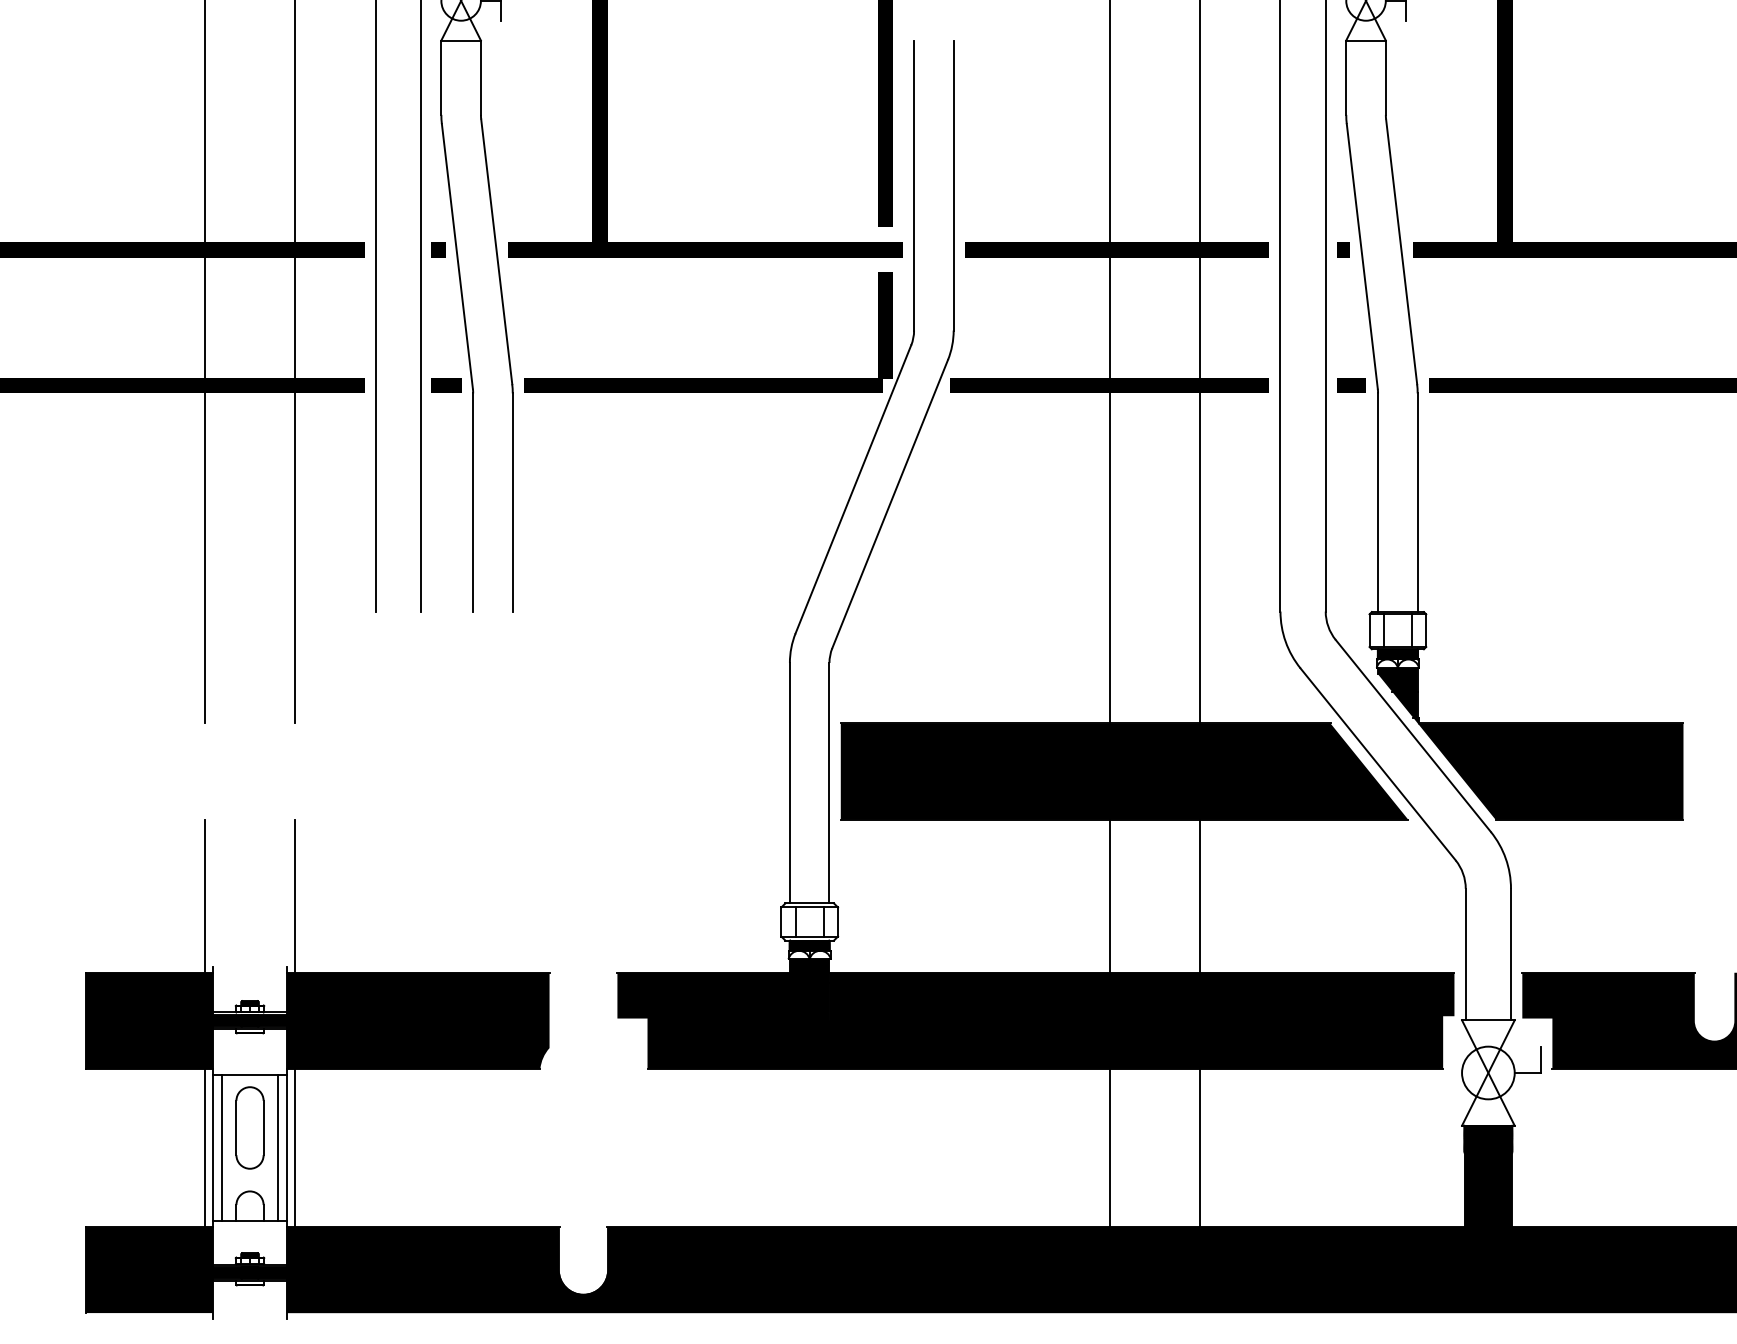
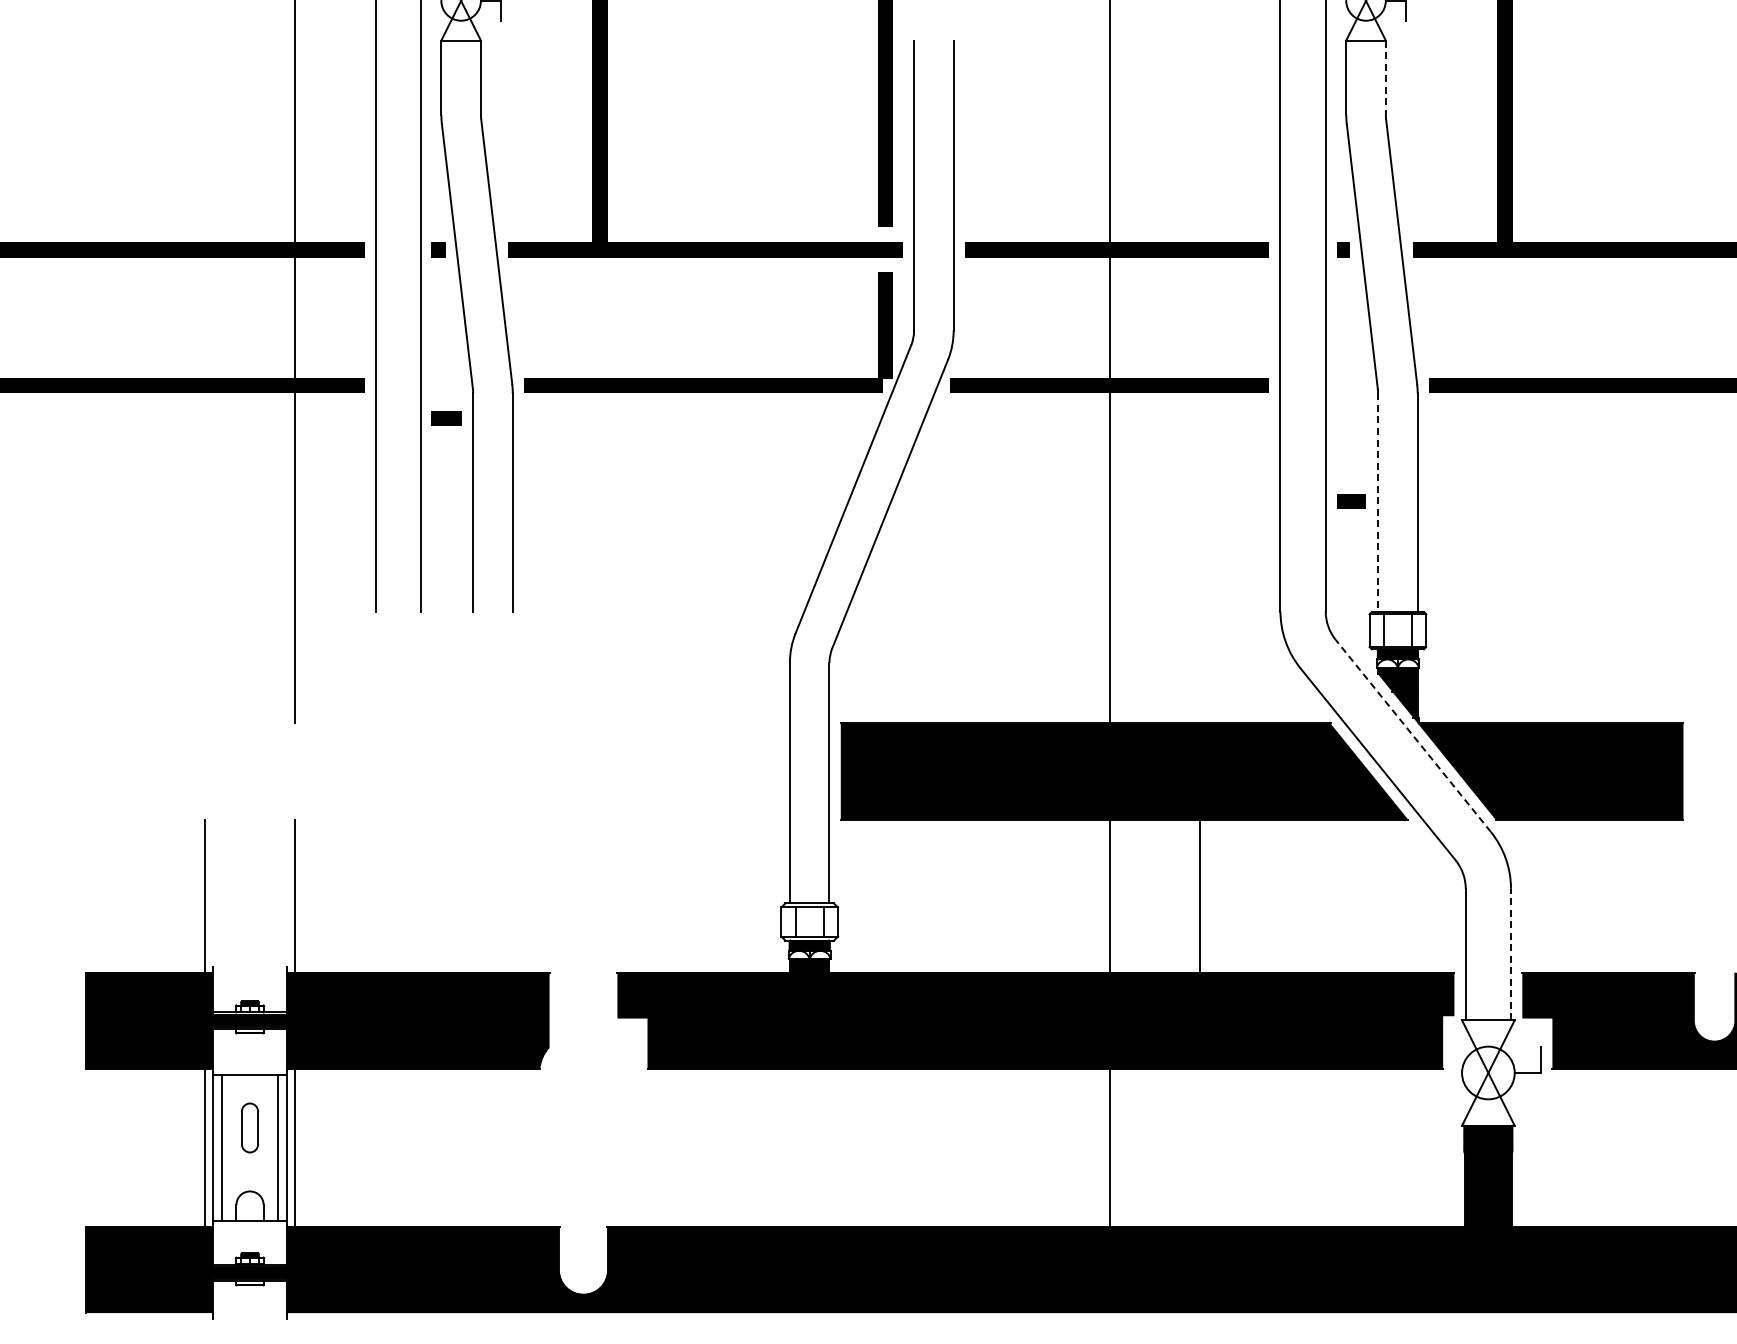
line at (1385, 78): solid -> dashed
line at (204, 362): present -> none
line at (1200, 362): present -> none
line at (446, 385) position: (446, 385) -> (446, 418)
line at (1351, 385) position: (1351, 385) -> (1351, 501)
line at (1378, 503): solid -> dashed
line at (1413, 735): solid -> dashed
line at (1511, 954): solid -> dashed
part at (249, 1127) size: 30x84 px -> 18x52 px
line at (1200, 1147): present -> none
